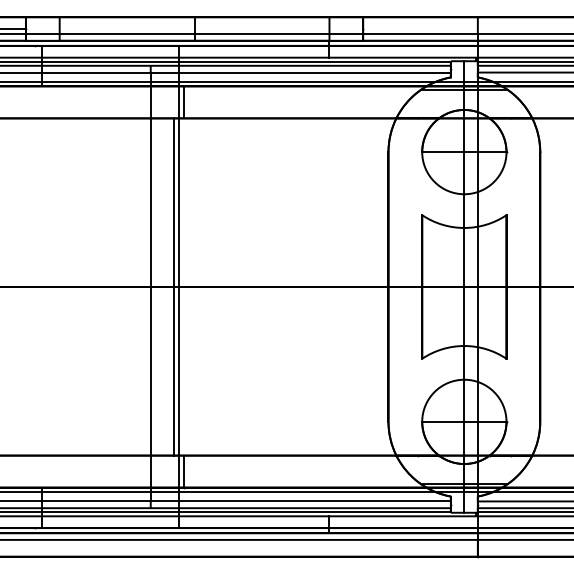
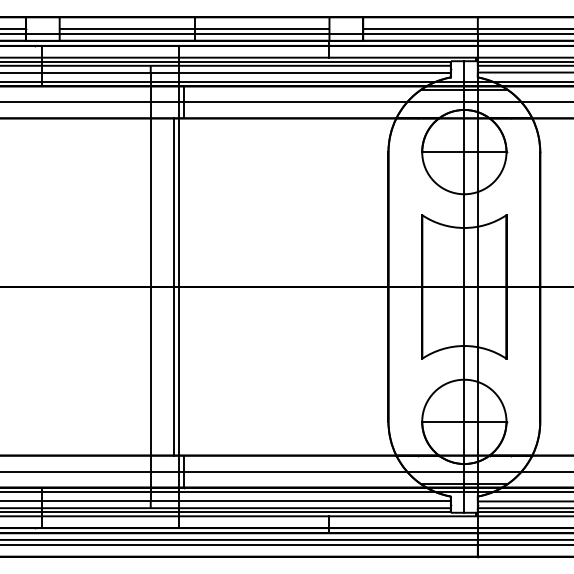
line at (194, 29): none -> present
line at (466, 29): none -> present
line at (286, 102): none -> present
line at (286, 471): none -> present
line at (286, 544): none -> present
